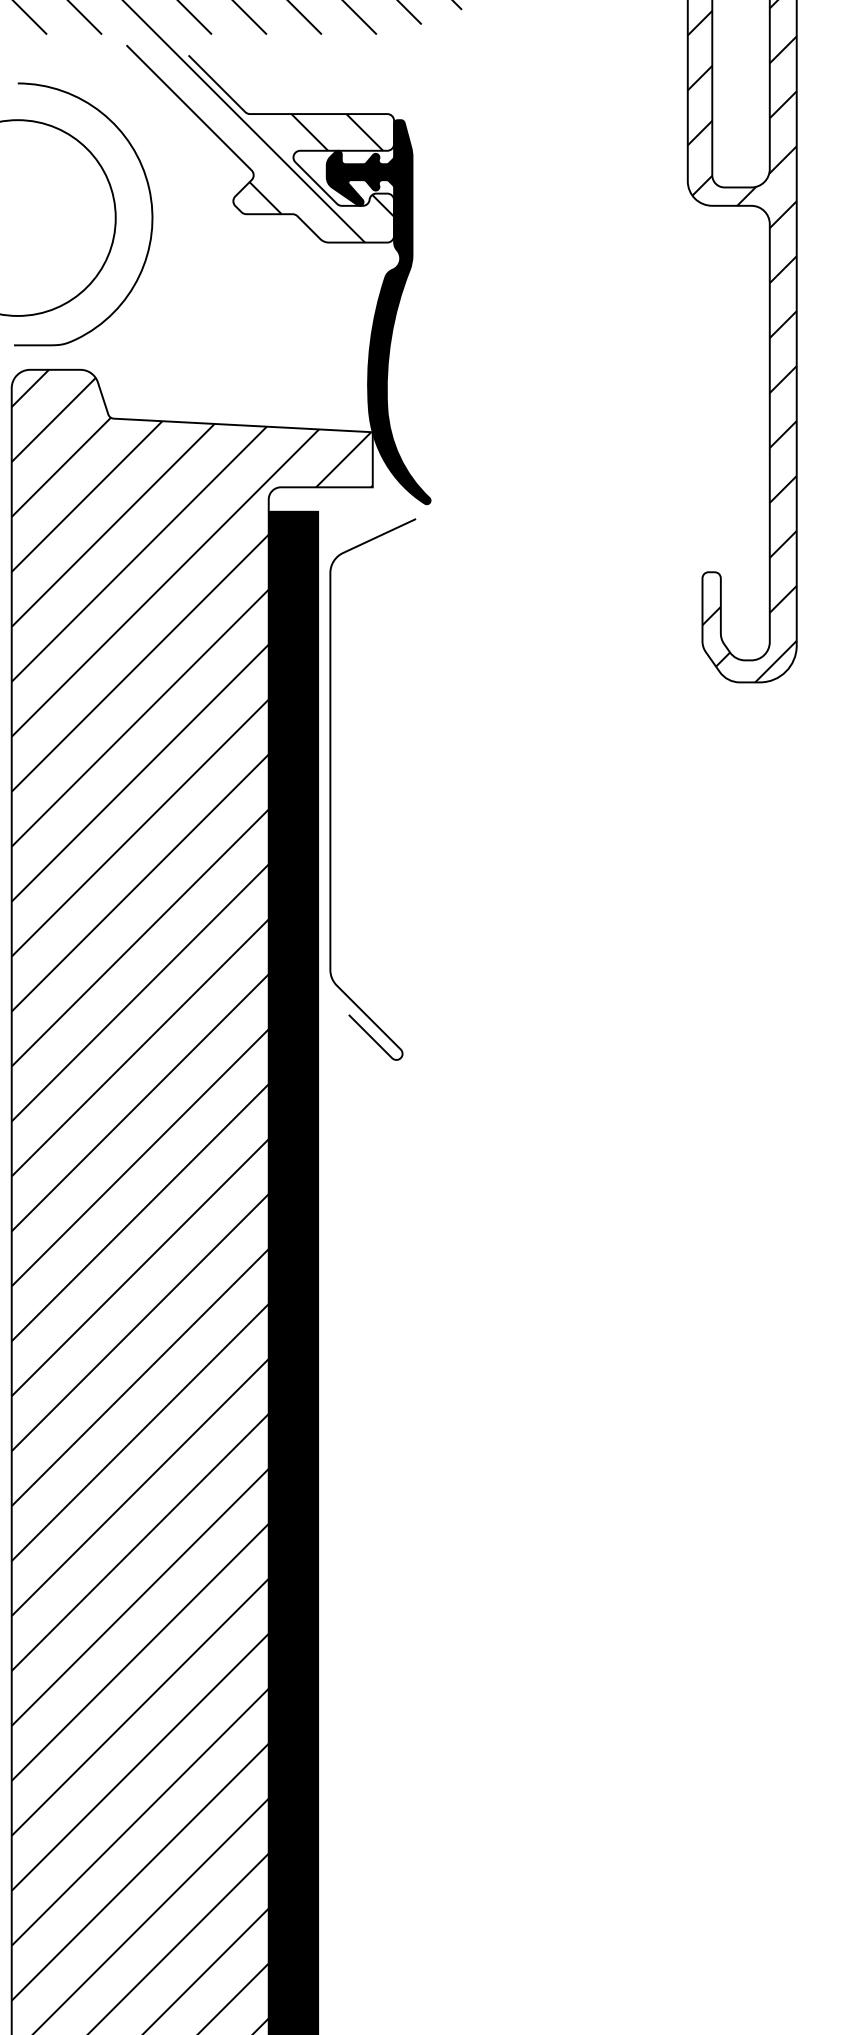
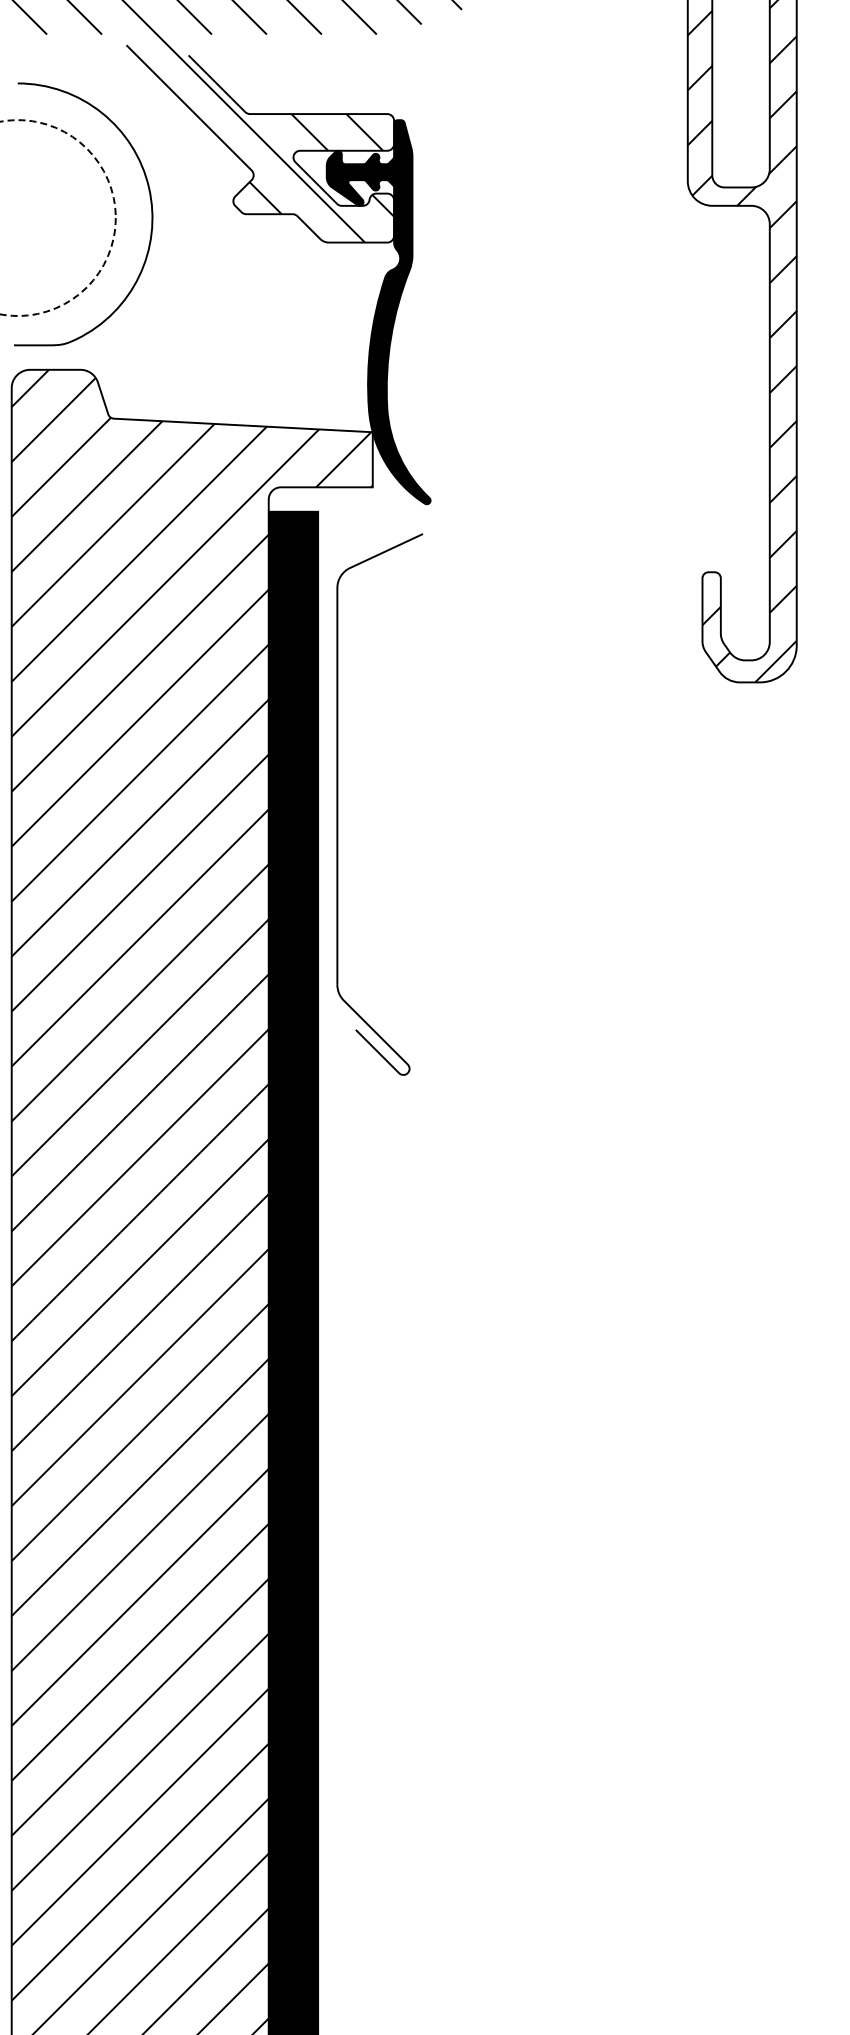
circle at (57, 217): solid -> dashed
curve at (331, 789) position: (331, 789) -> (338, 804)
